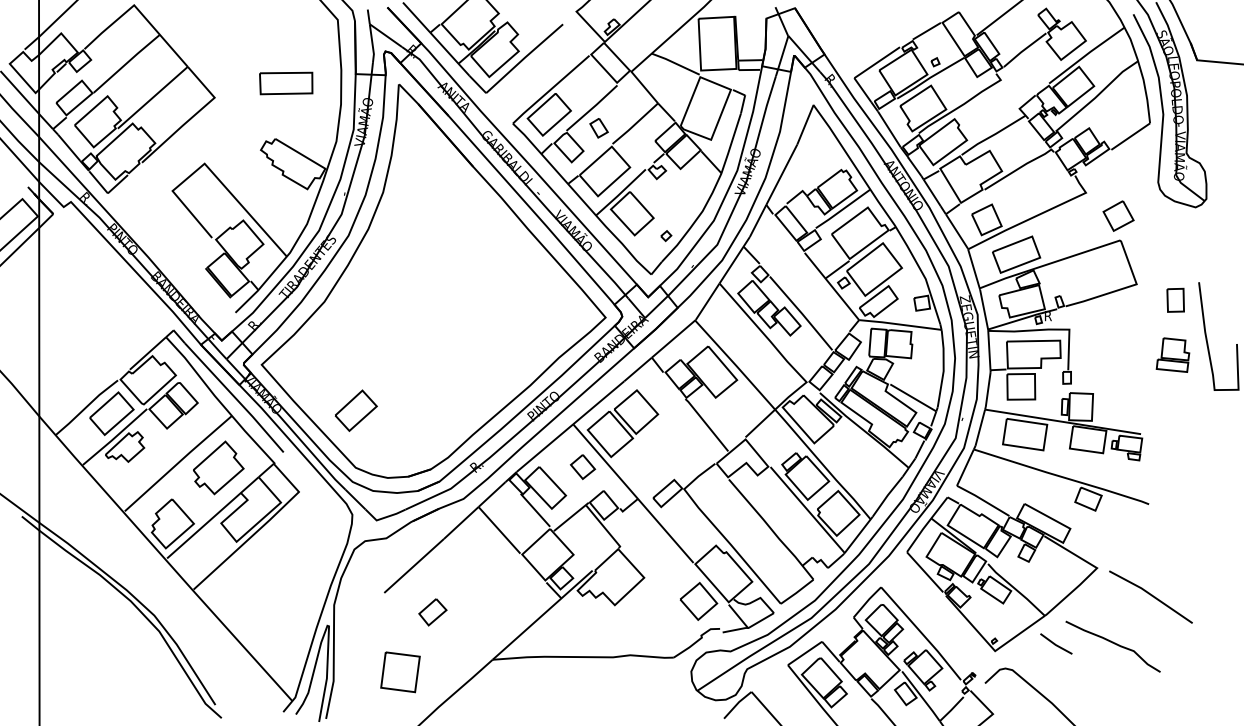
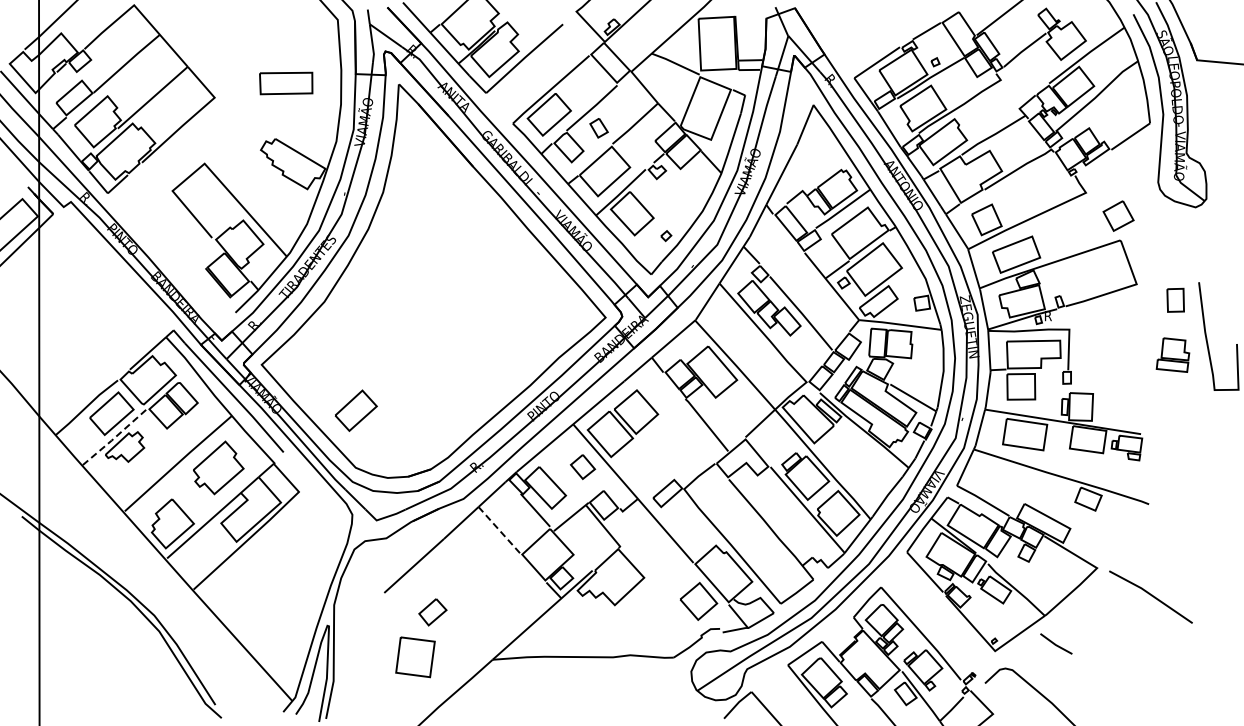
line at (115, 437): solid -> dashed
line at (499, 530): solid -> dashed
curve at (1114, 644): present -> none
part at (400, 672) position: (400, 672) -> (415, 657)
